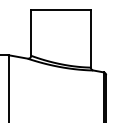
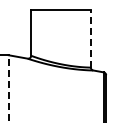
line at (90, 38): solid -> dashed
line at (8, 88): solid -> dashed
